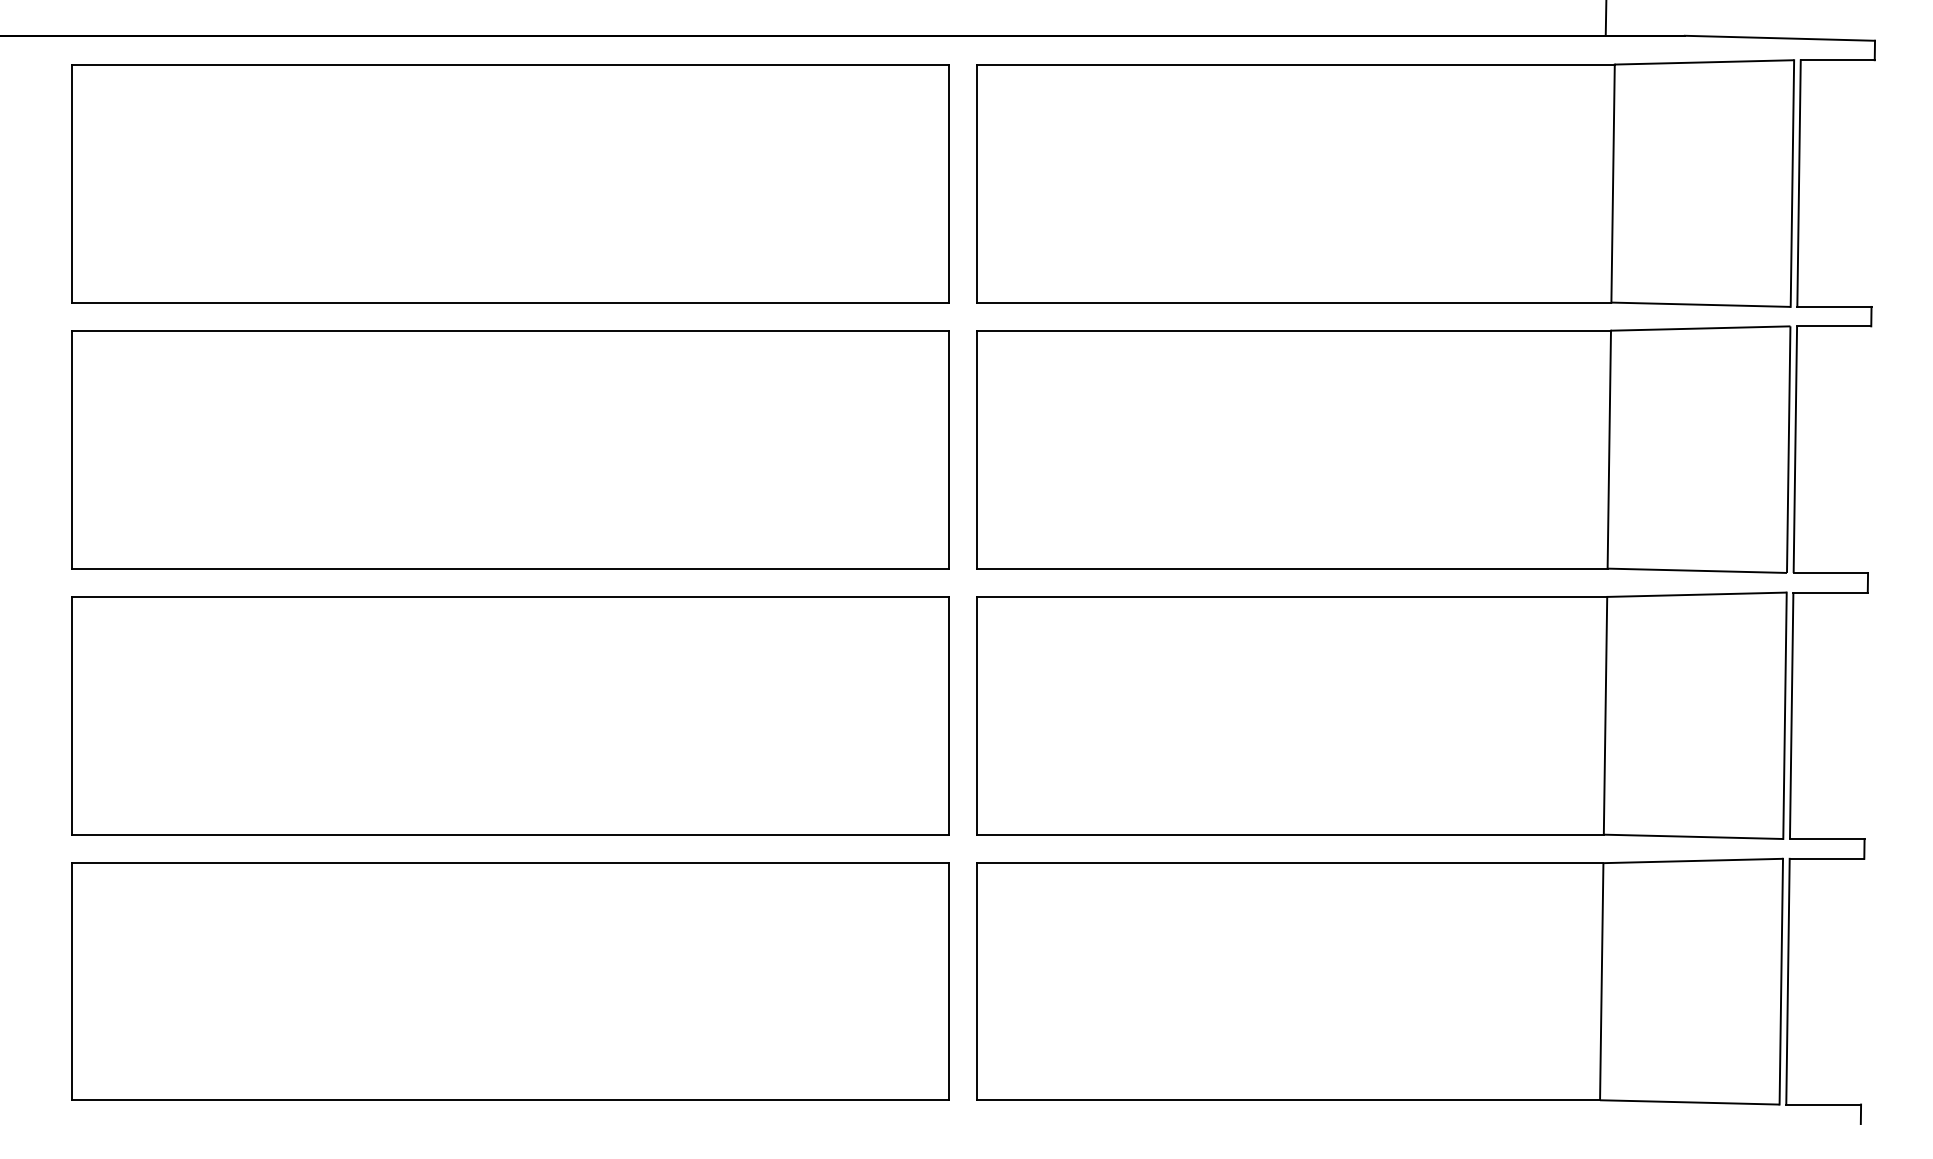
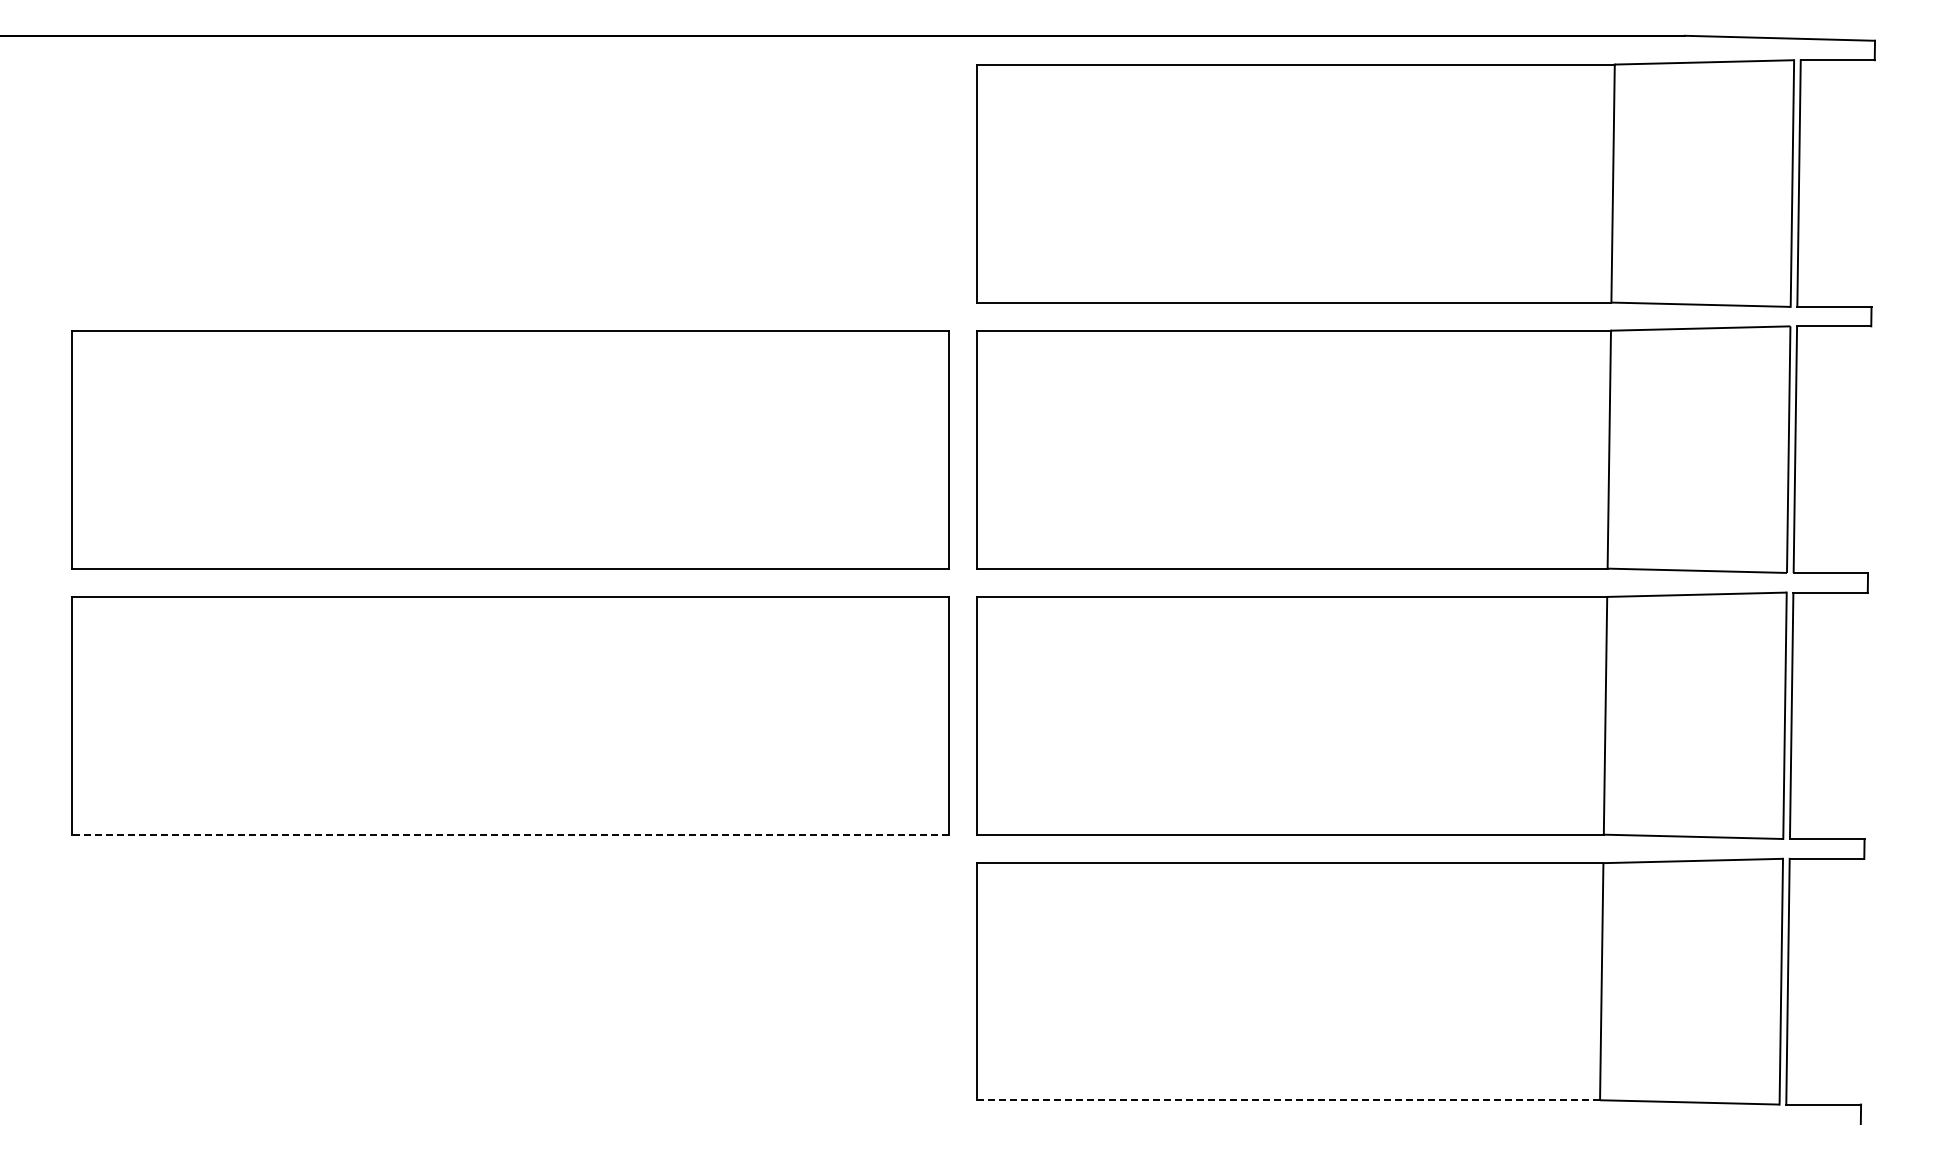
line at (1605, 18): present -> none
part at (510, 183): present -> none
line at (510, 834): solid -> dashed
part at (510, 981): present -> none
line at (1288, 1100): solid -> dashed
